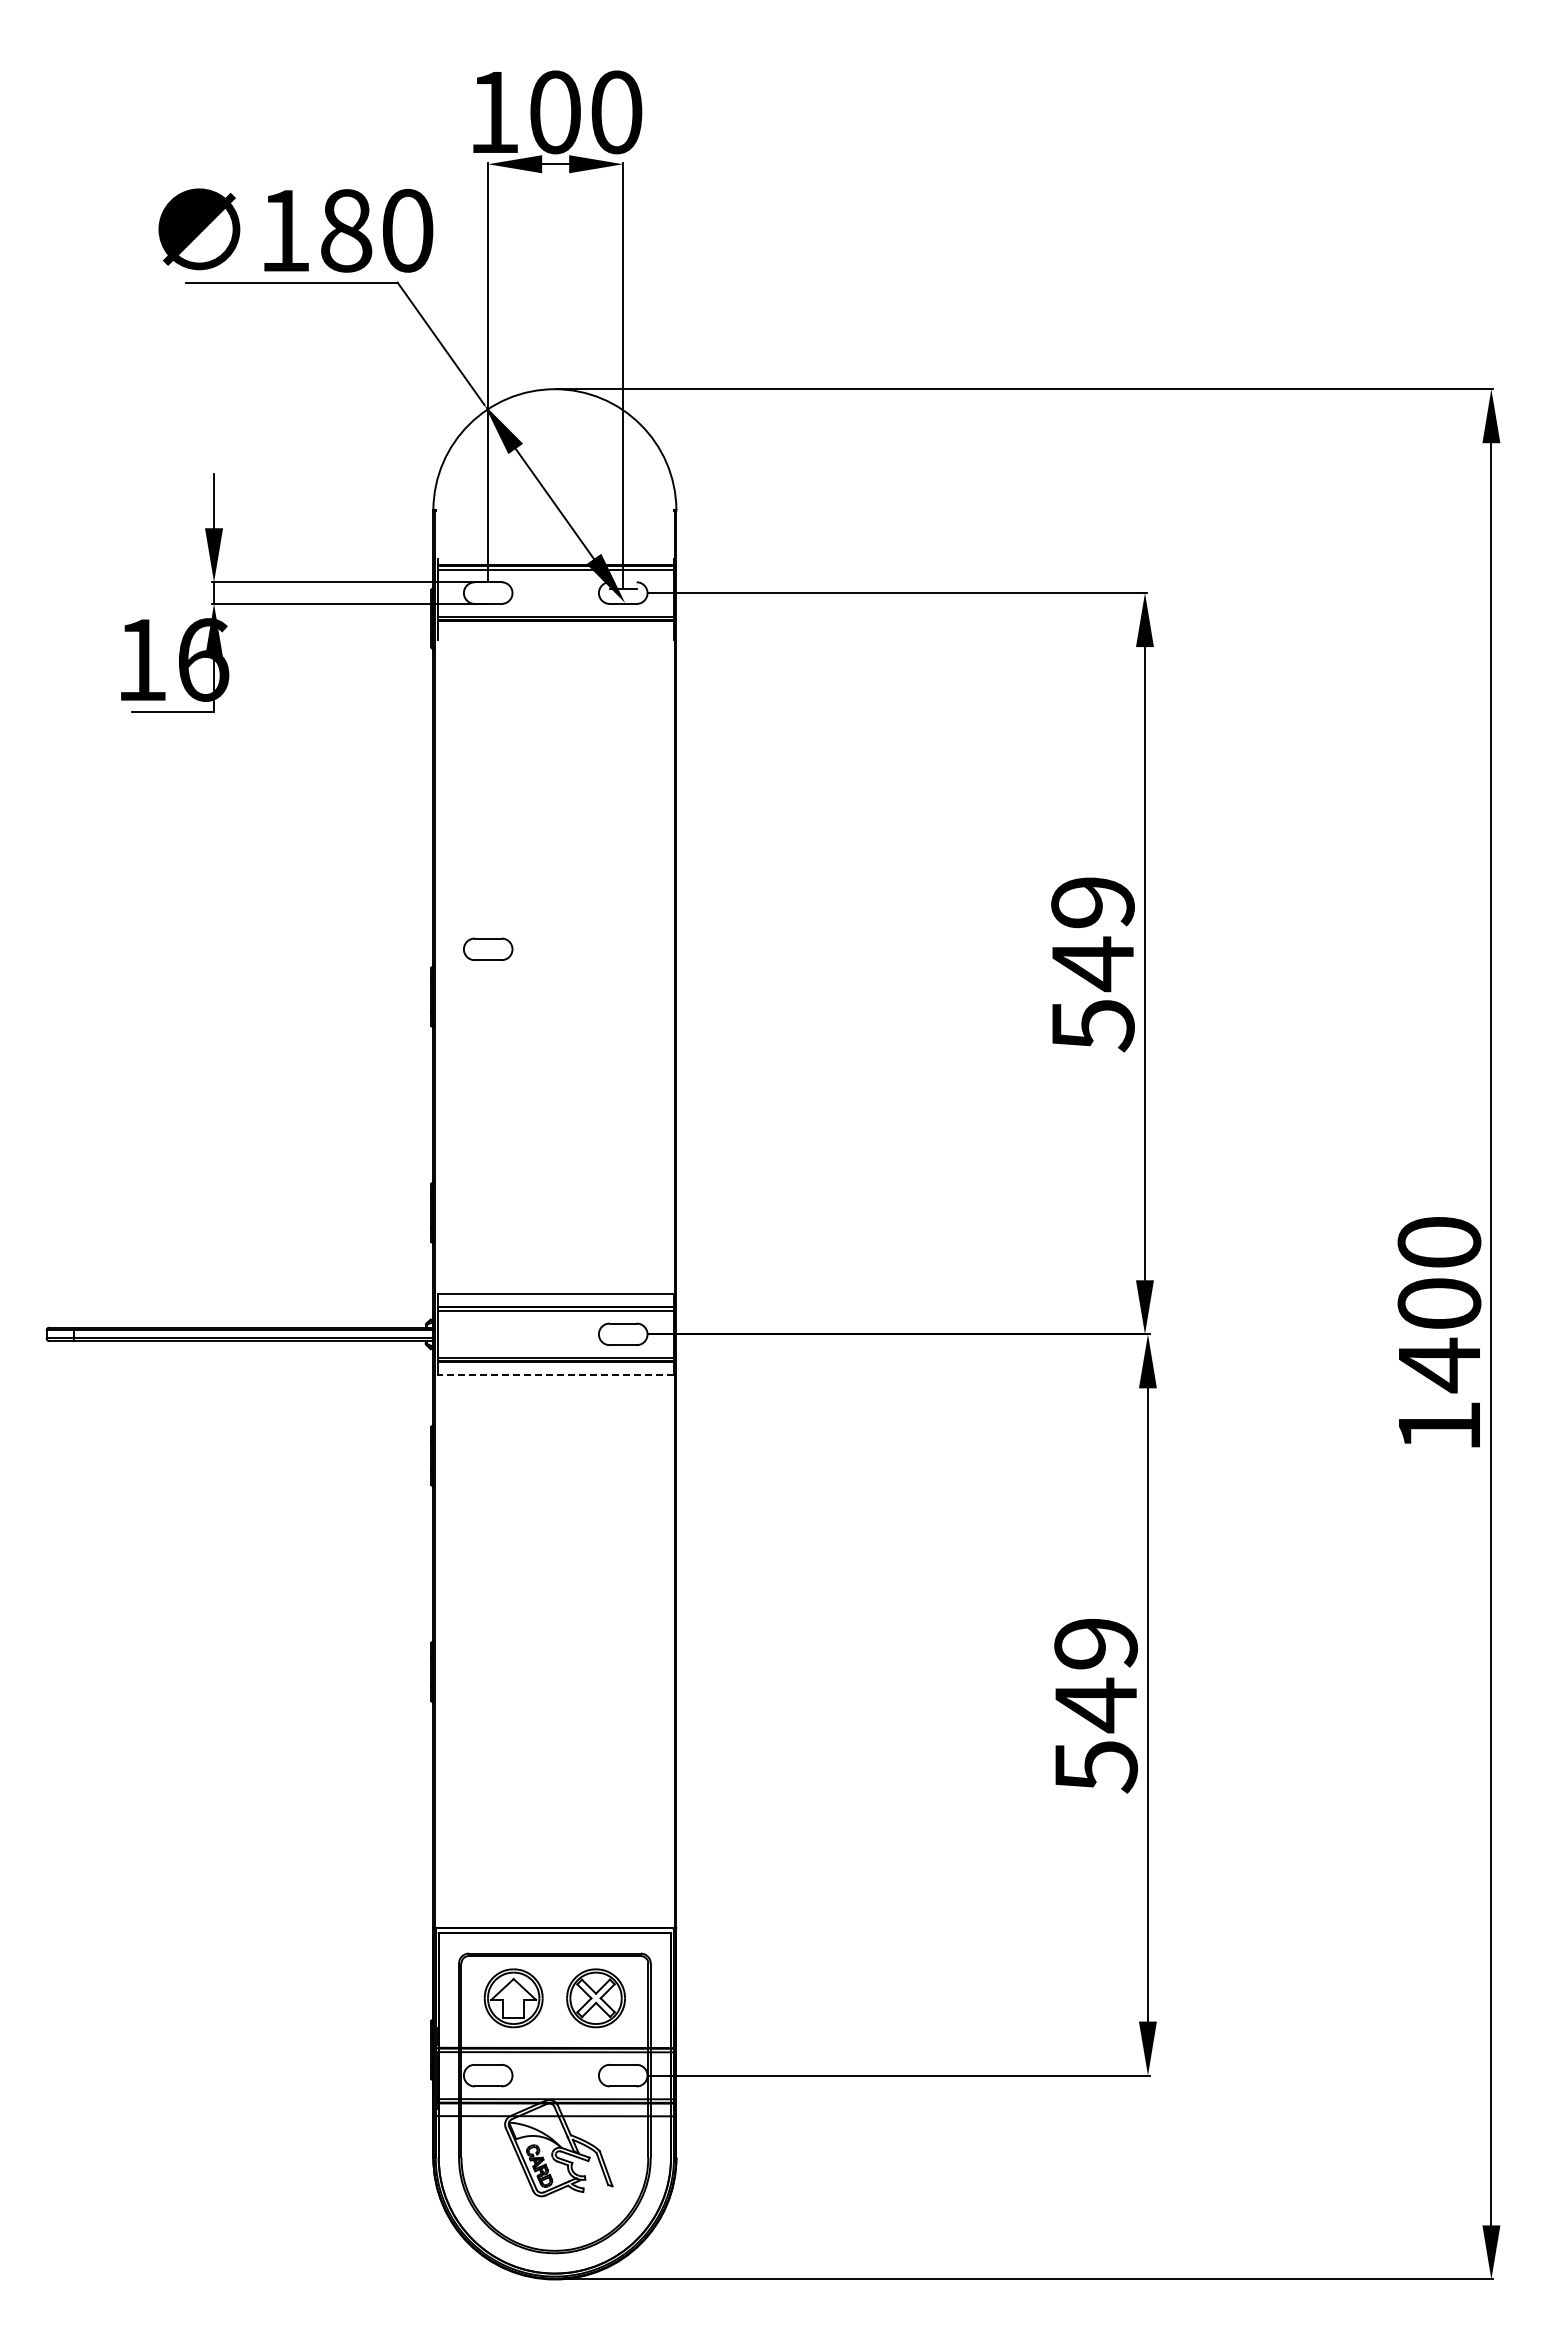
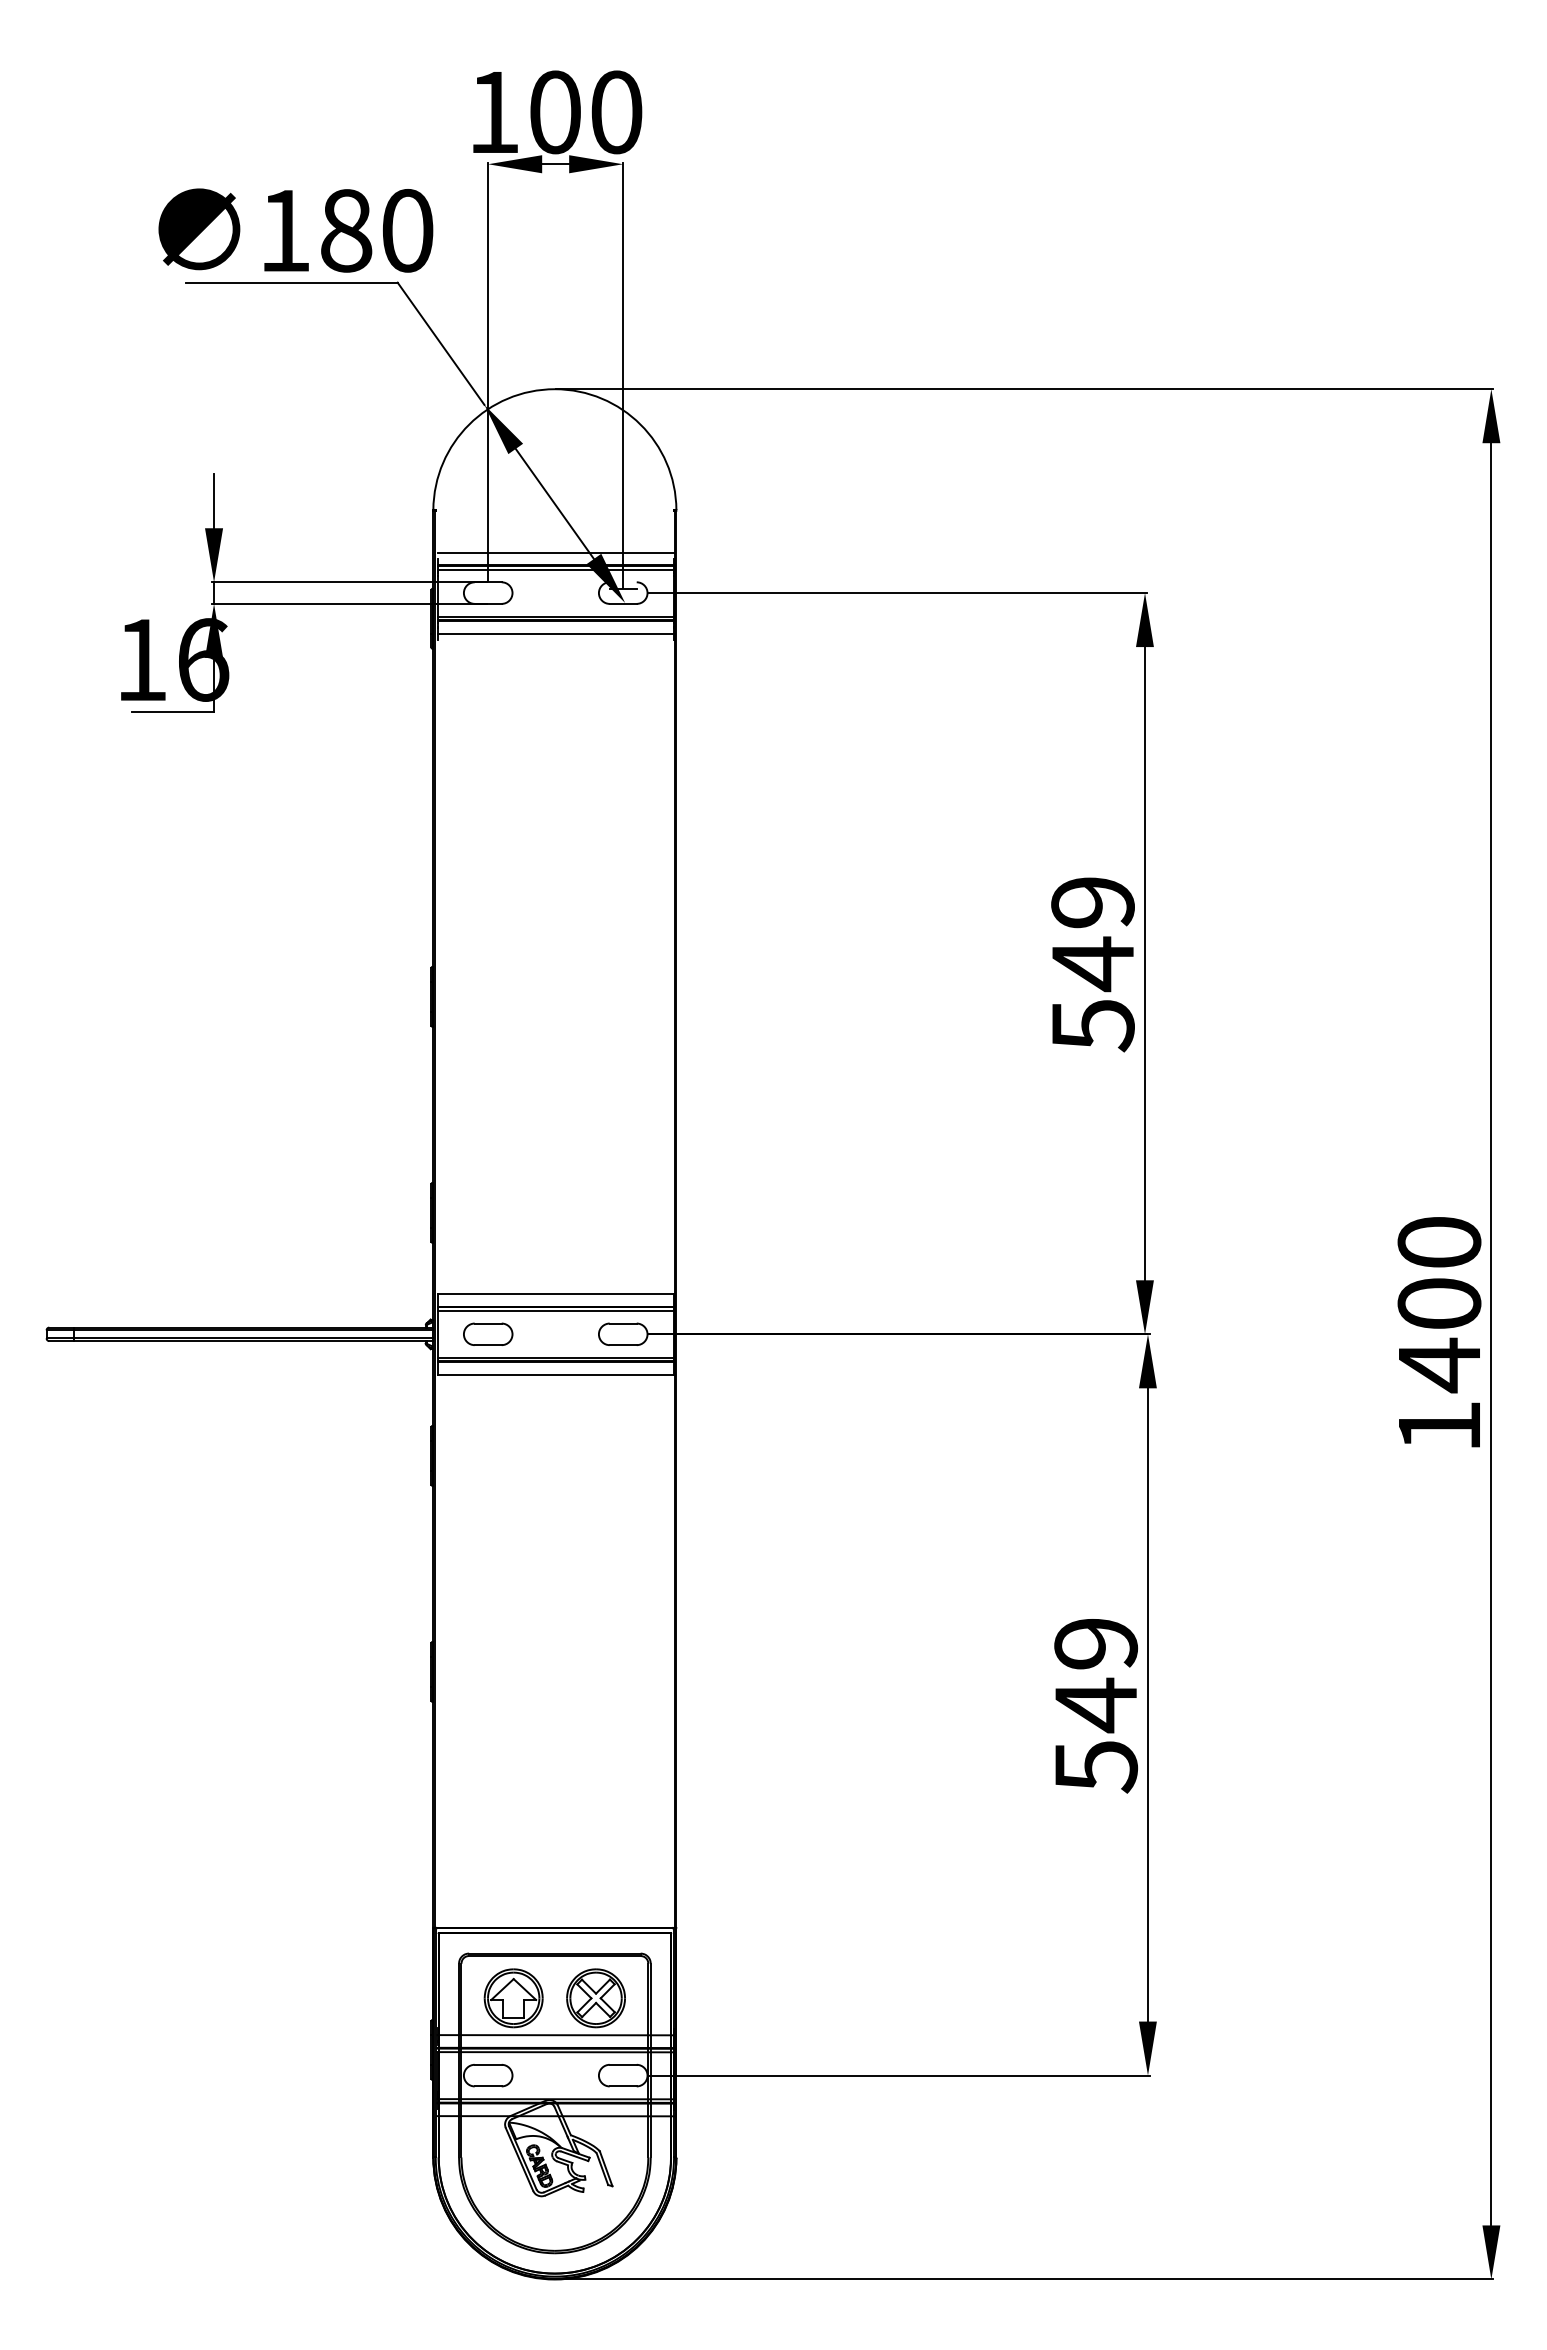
line at (555, 552): none -> present
line at (555, 633): none -> present
part at (488, 948) position: (488, 948) -> (488, 1333)
line at (555, 1374): dashed -> solid
line at (555, 2035): none -> present
